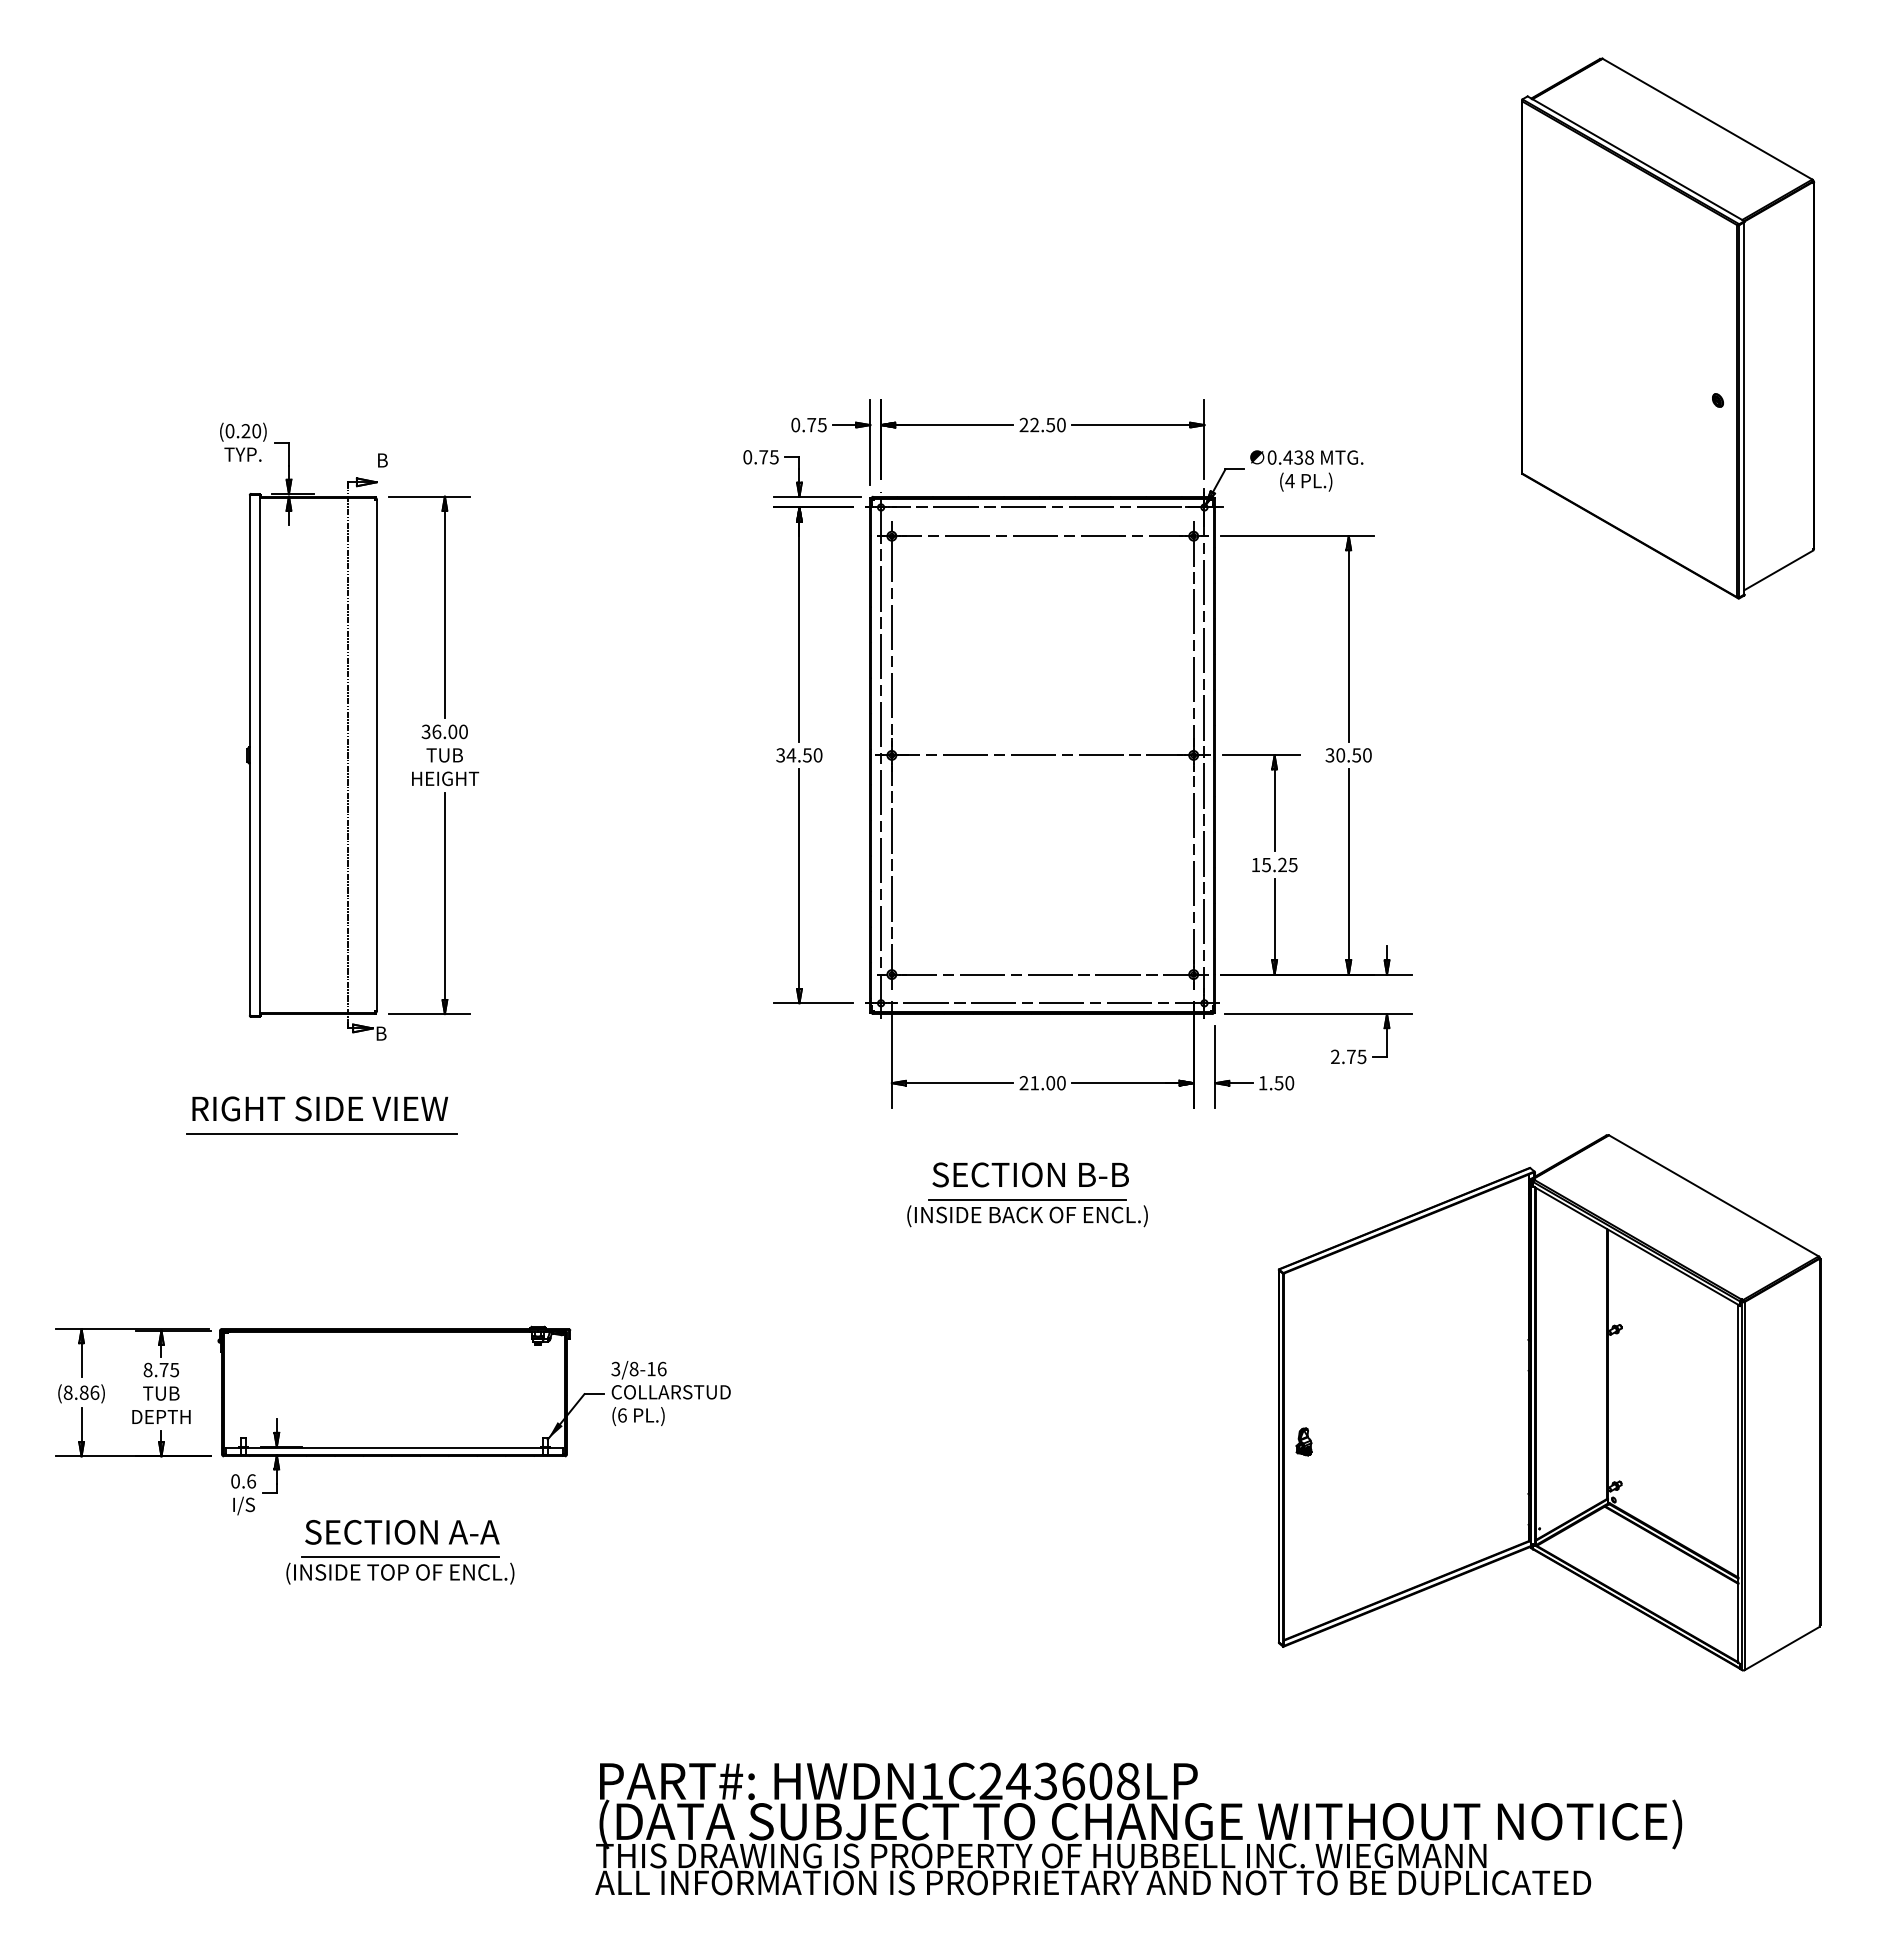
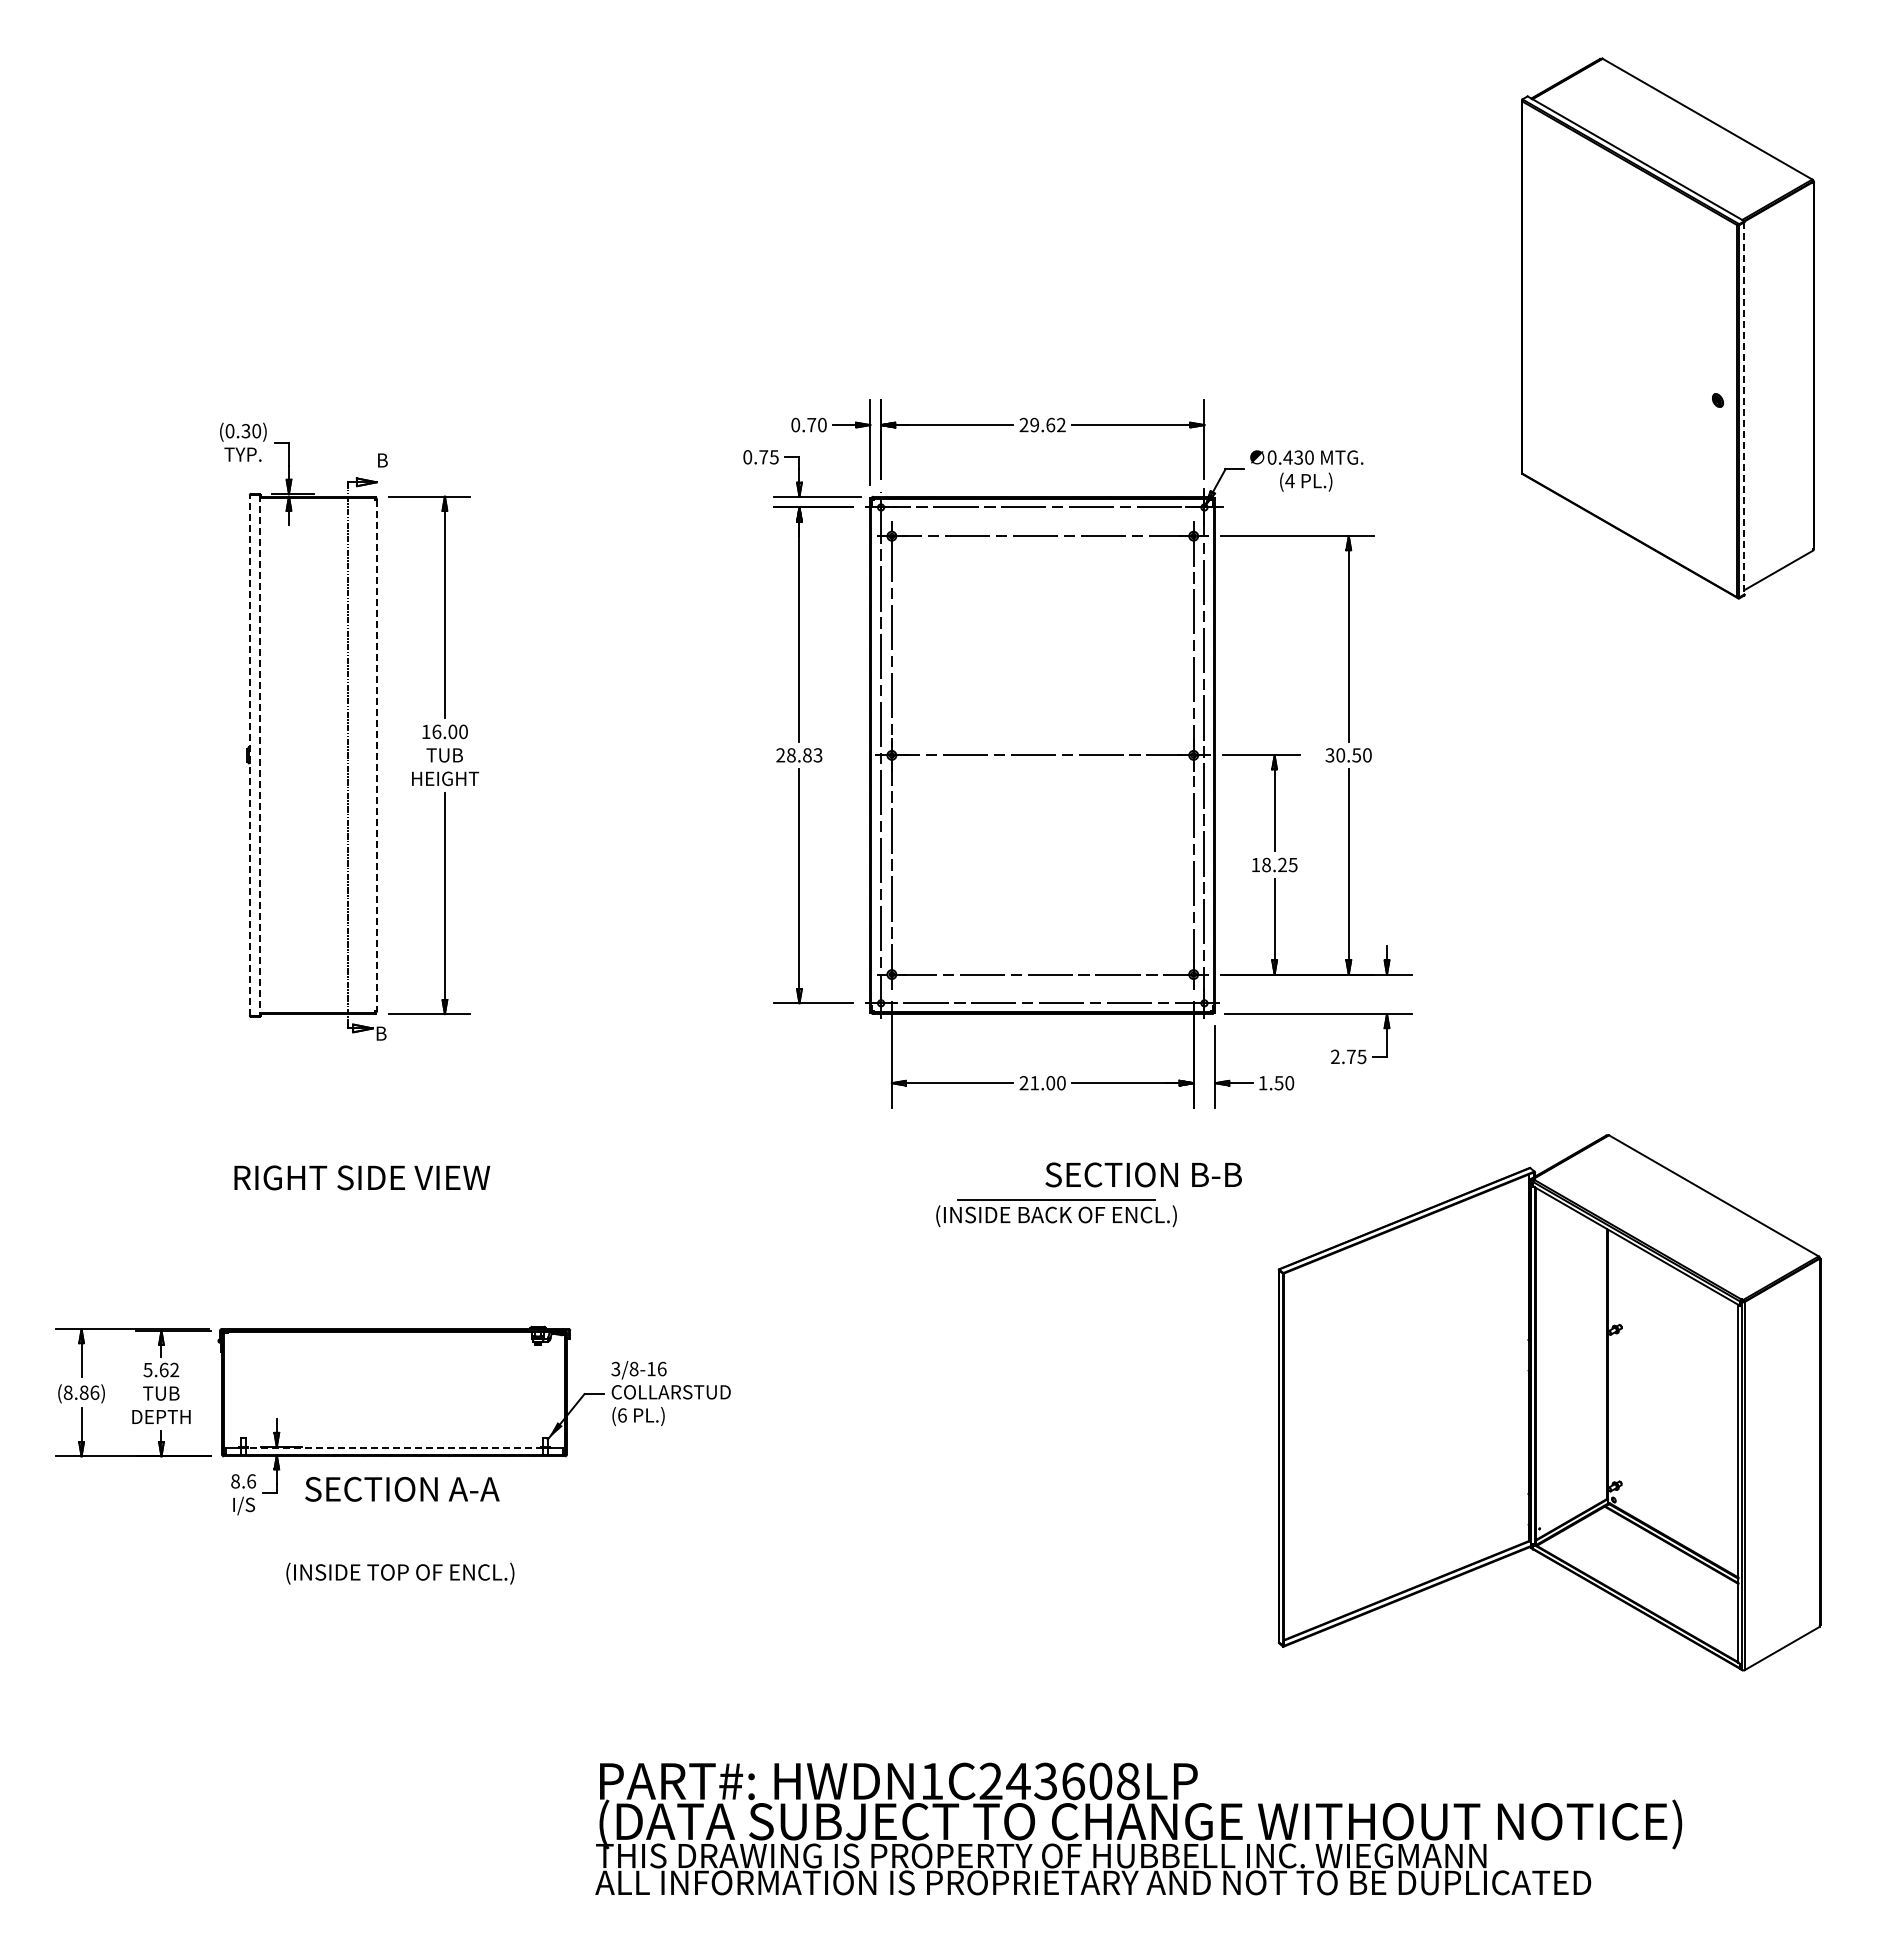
line at (1744, 408): solid -> dashed
text at (821, 424): 0.75 -> 0.70
text at (1047, 424): 22.50 -> 29.62
text at (245, 431): (0.20) -> (0.30)
text at (1309, 457): 0.438 -> 0.430
text at (425, 731): 36.00 -> 16.00
line at (249, 754): solid -> dashed
line at (259, 755): solid -> dashed
line at (377, 755): solid -> dashed
text at (799, 755): 34.50 -> 28.83
text at (1266, 864): 15.25 -> 18.25
text at (320, 1108) position: (320, 1108) -> (362, 1177)
line at (321, 1133): present -> none
text at (1030, 1174) position: (1030, 1174) -> (1143, 1174)
part at (1027, 1213) position: (1027, 1213) -> (1056, 1213)
text at (161, 1369): 8.75 -> 5.62
part at (1303, 1441): present -> none
line at (394, 1448): solid -> dashed
text at (235, 1481): 0.6 -> 8.6
text at (402, 1532) position: (402, 1532) -> (402, 1489)
line at (400, 1556): present -> none
